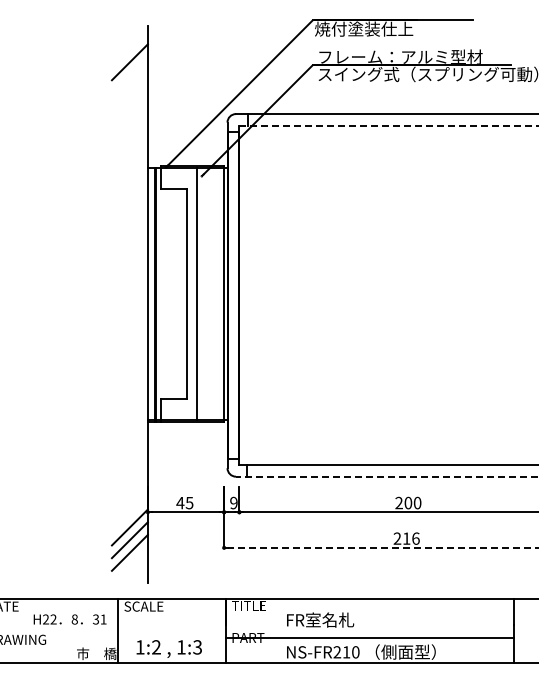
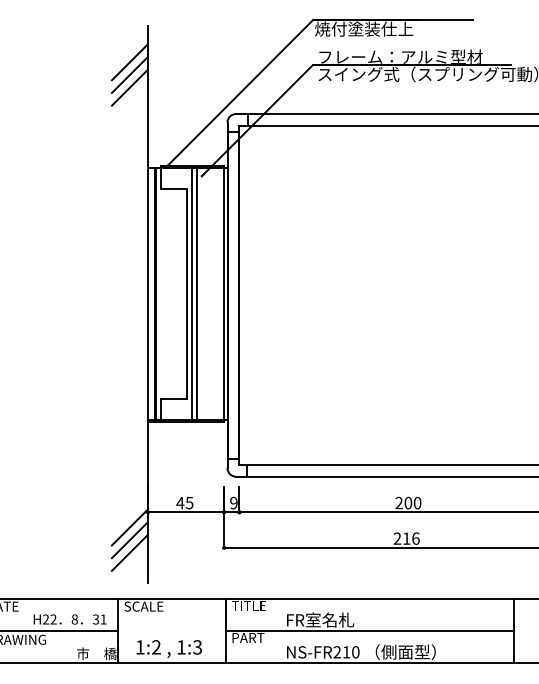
line at (129, 74): none -> present
line at (129, 87): none -> present
line at (389, 125): dashed -> solid
line at (191, 294): none -> present
line at (386, 476): dashed -> solid
line at (383, 547): dashed -> solid
line at (59, 631): none -> present
line at (370, 638) position: (370, 638) -> (370, 631)
